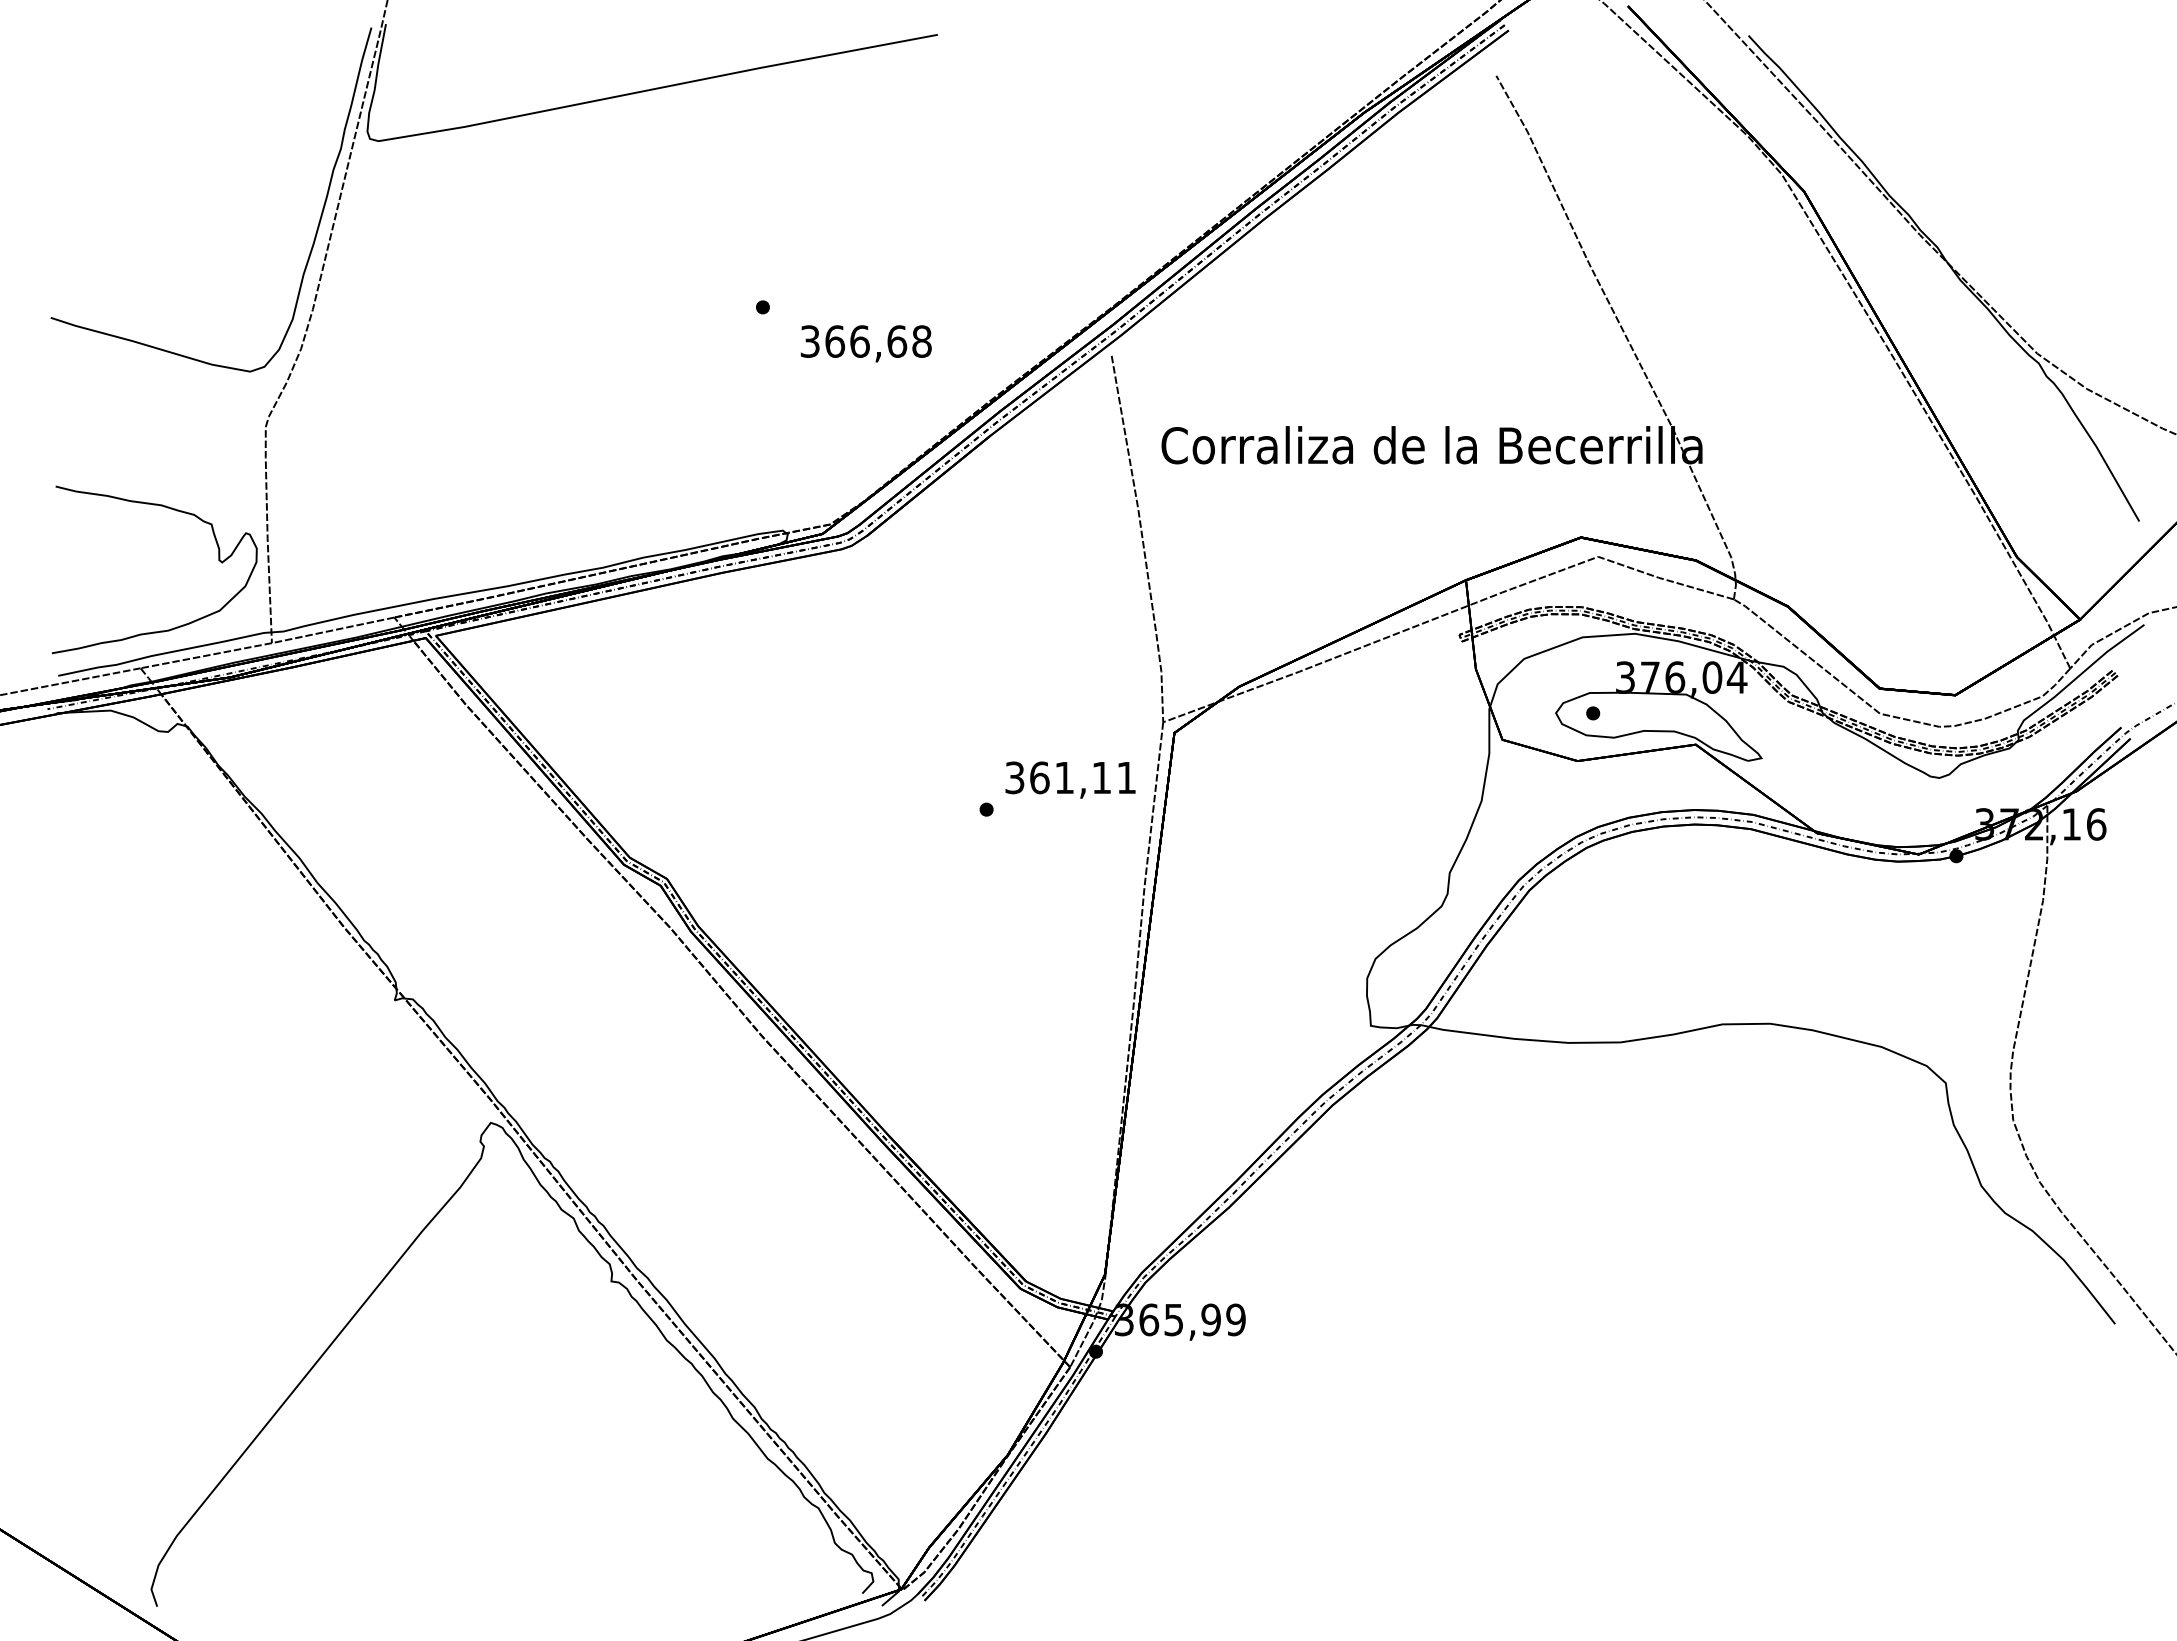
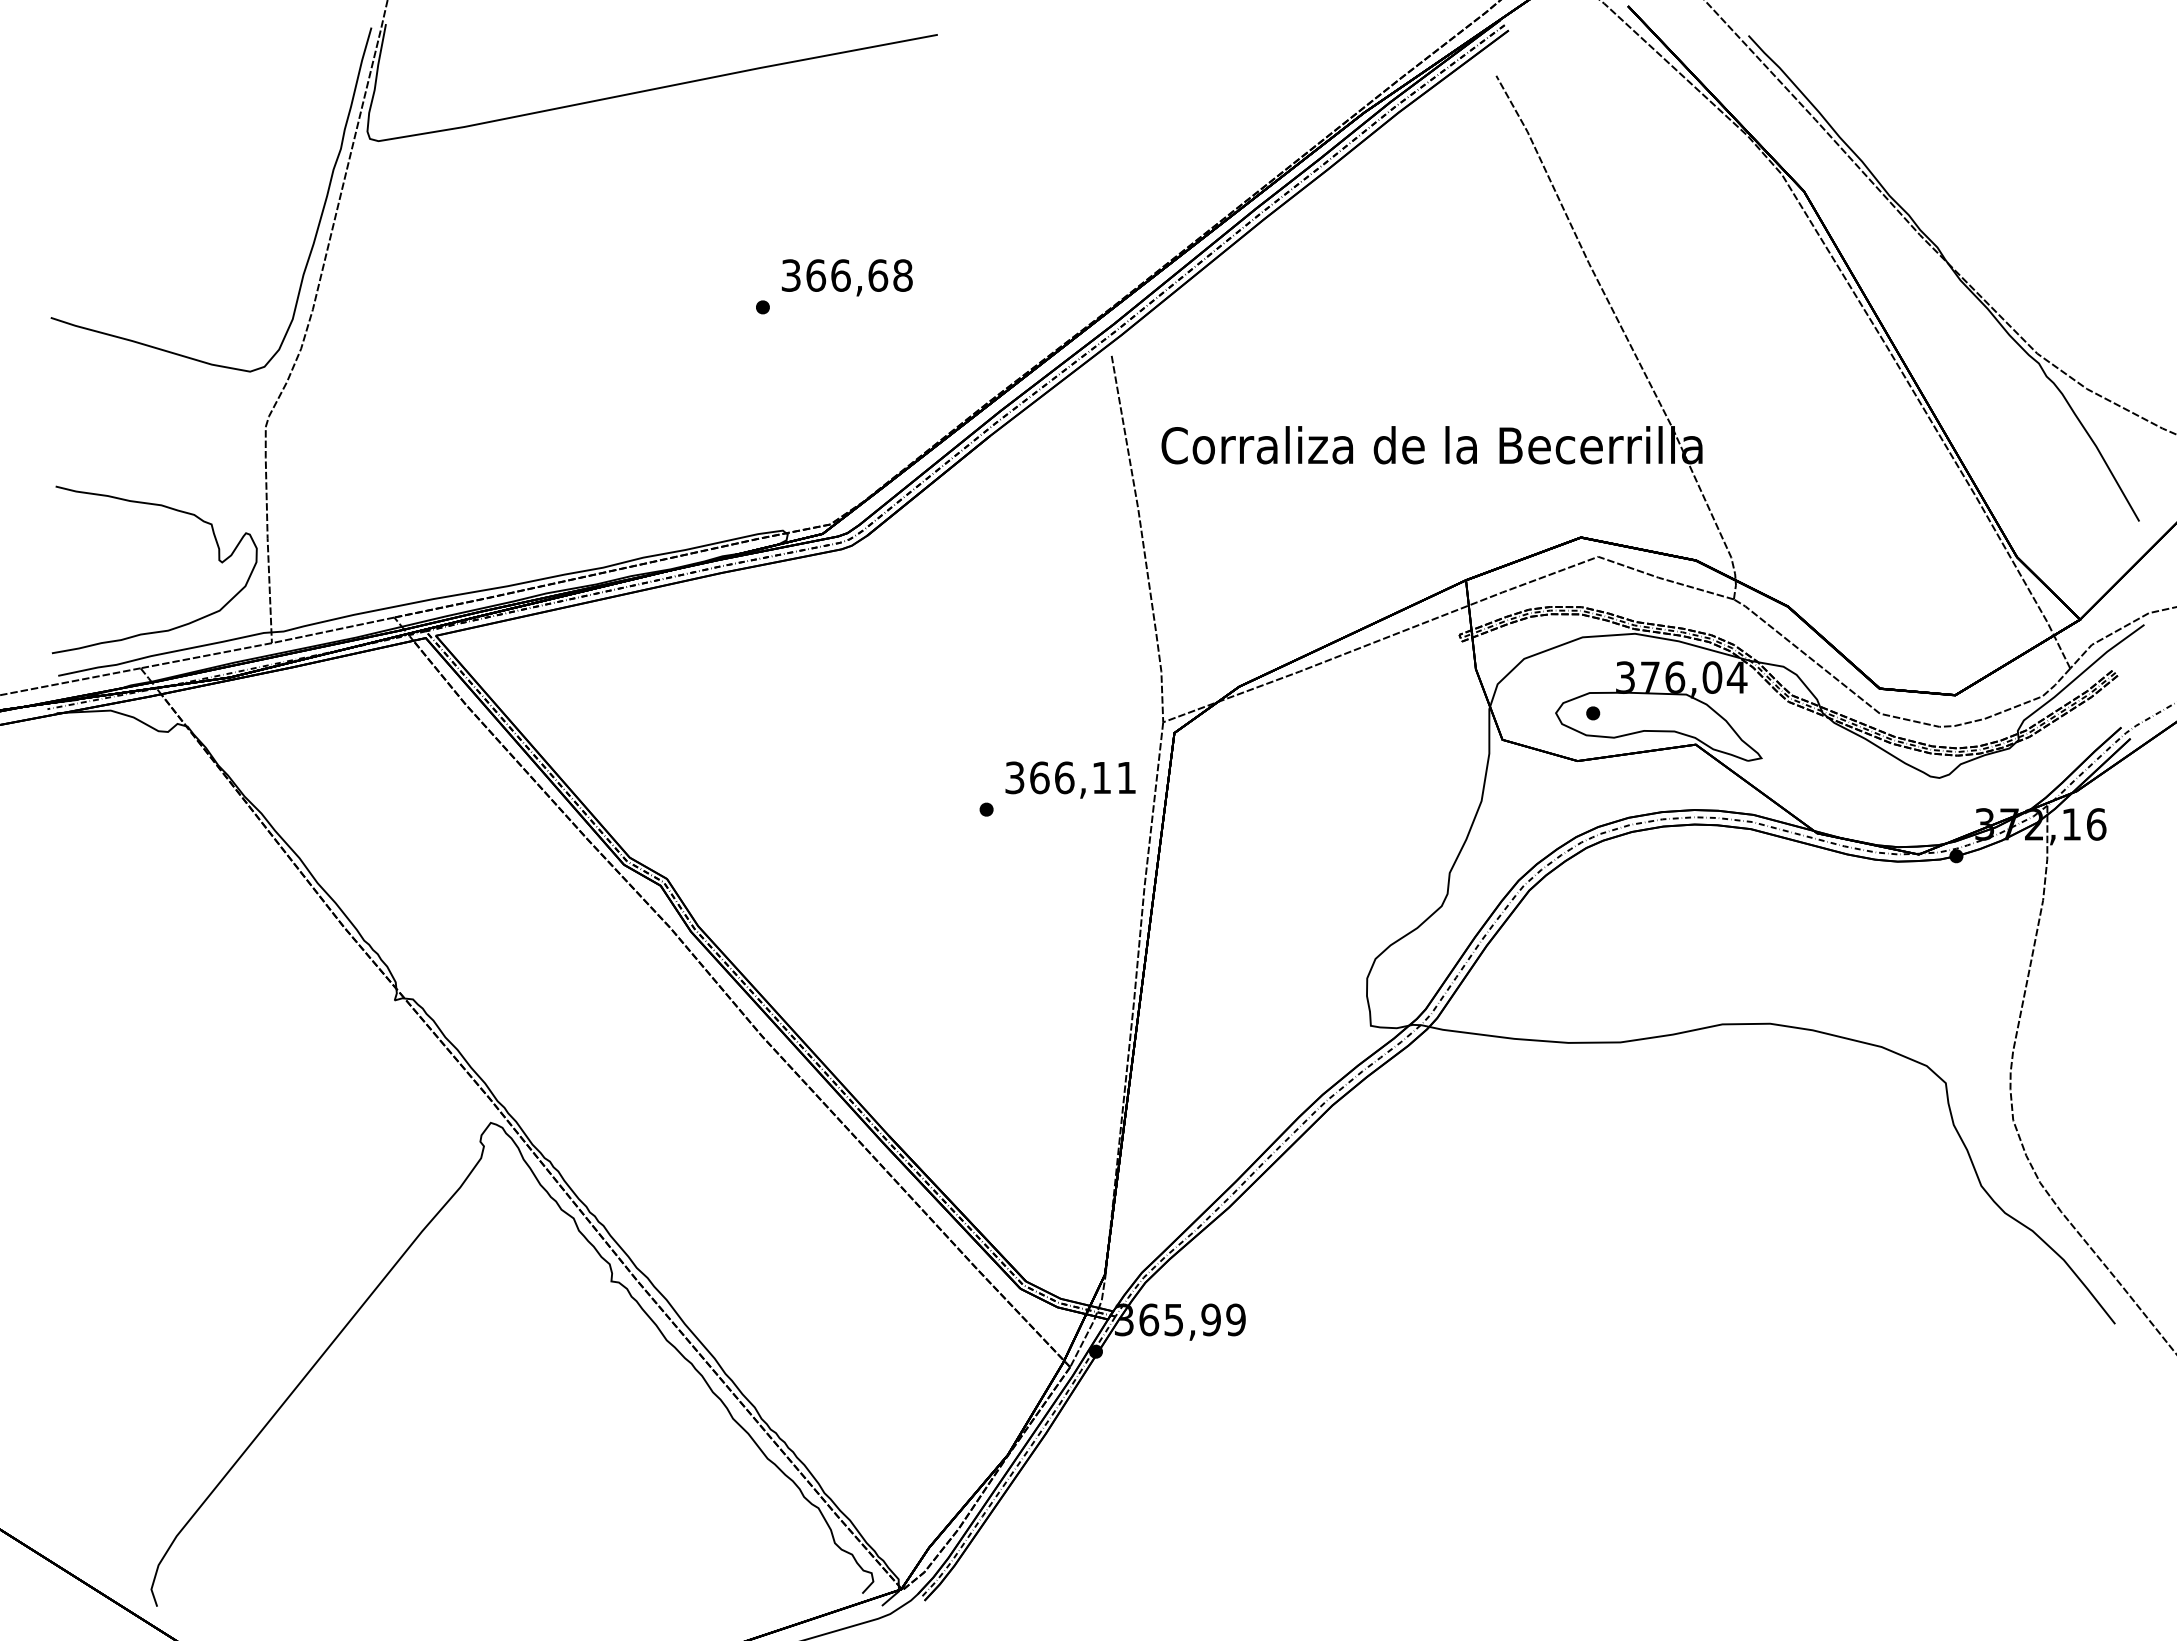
text at (865, 343) position: (865, 343) -> (846, 277)
text at (1064, 777): 361,11 -> 366,11
